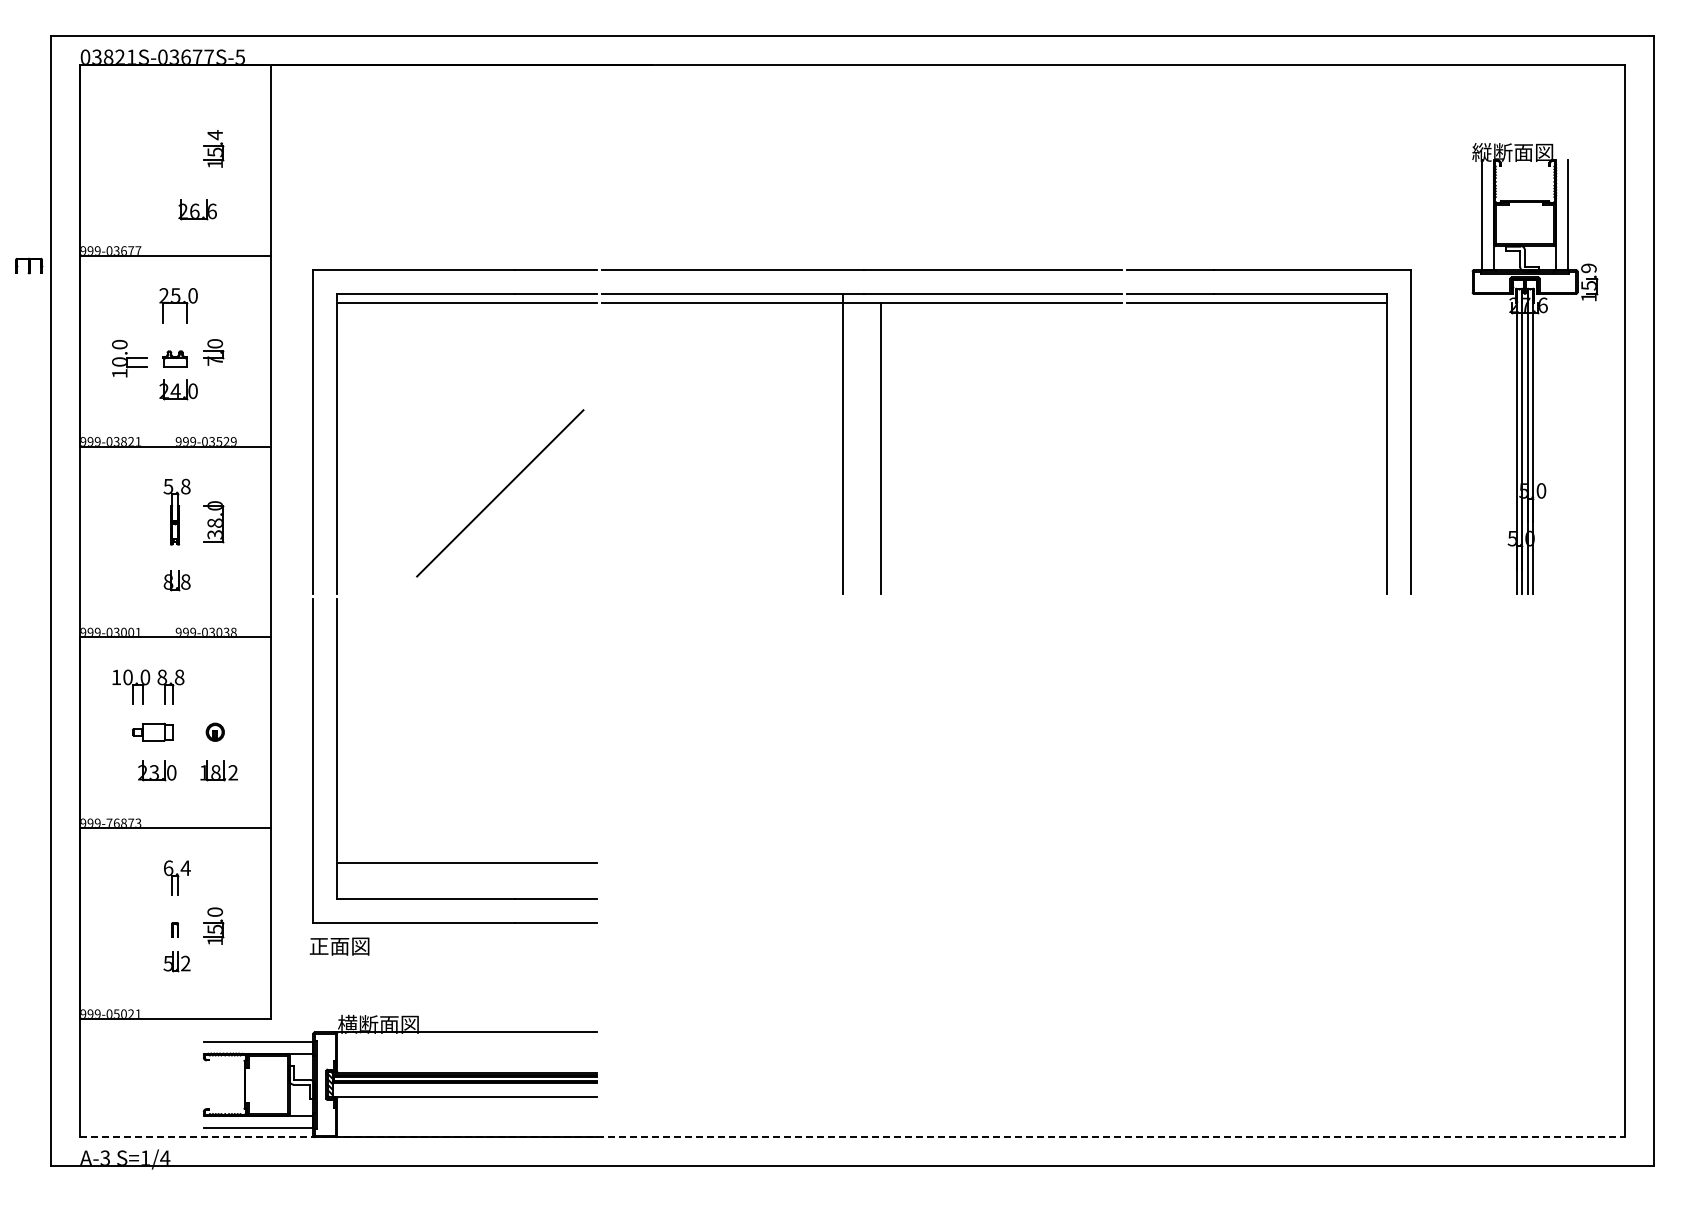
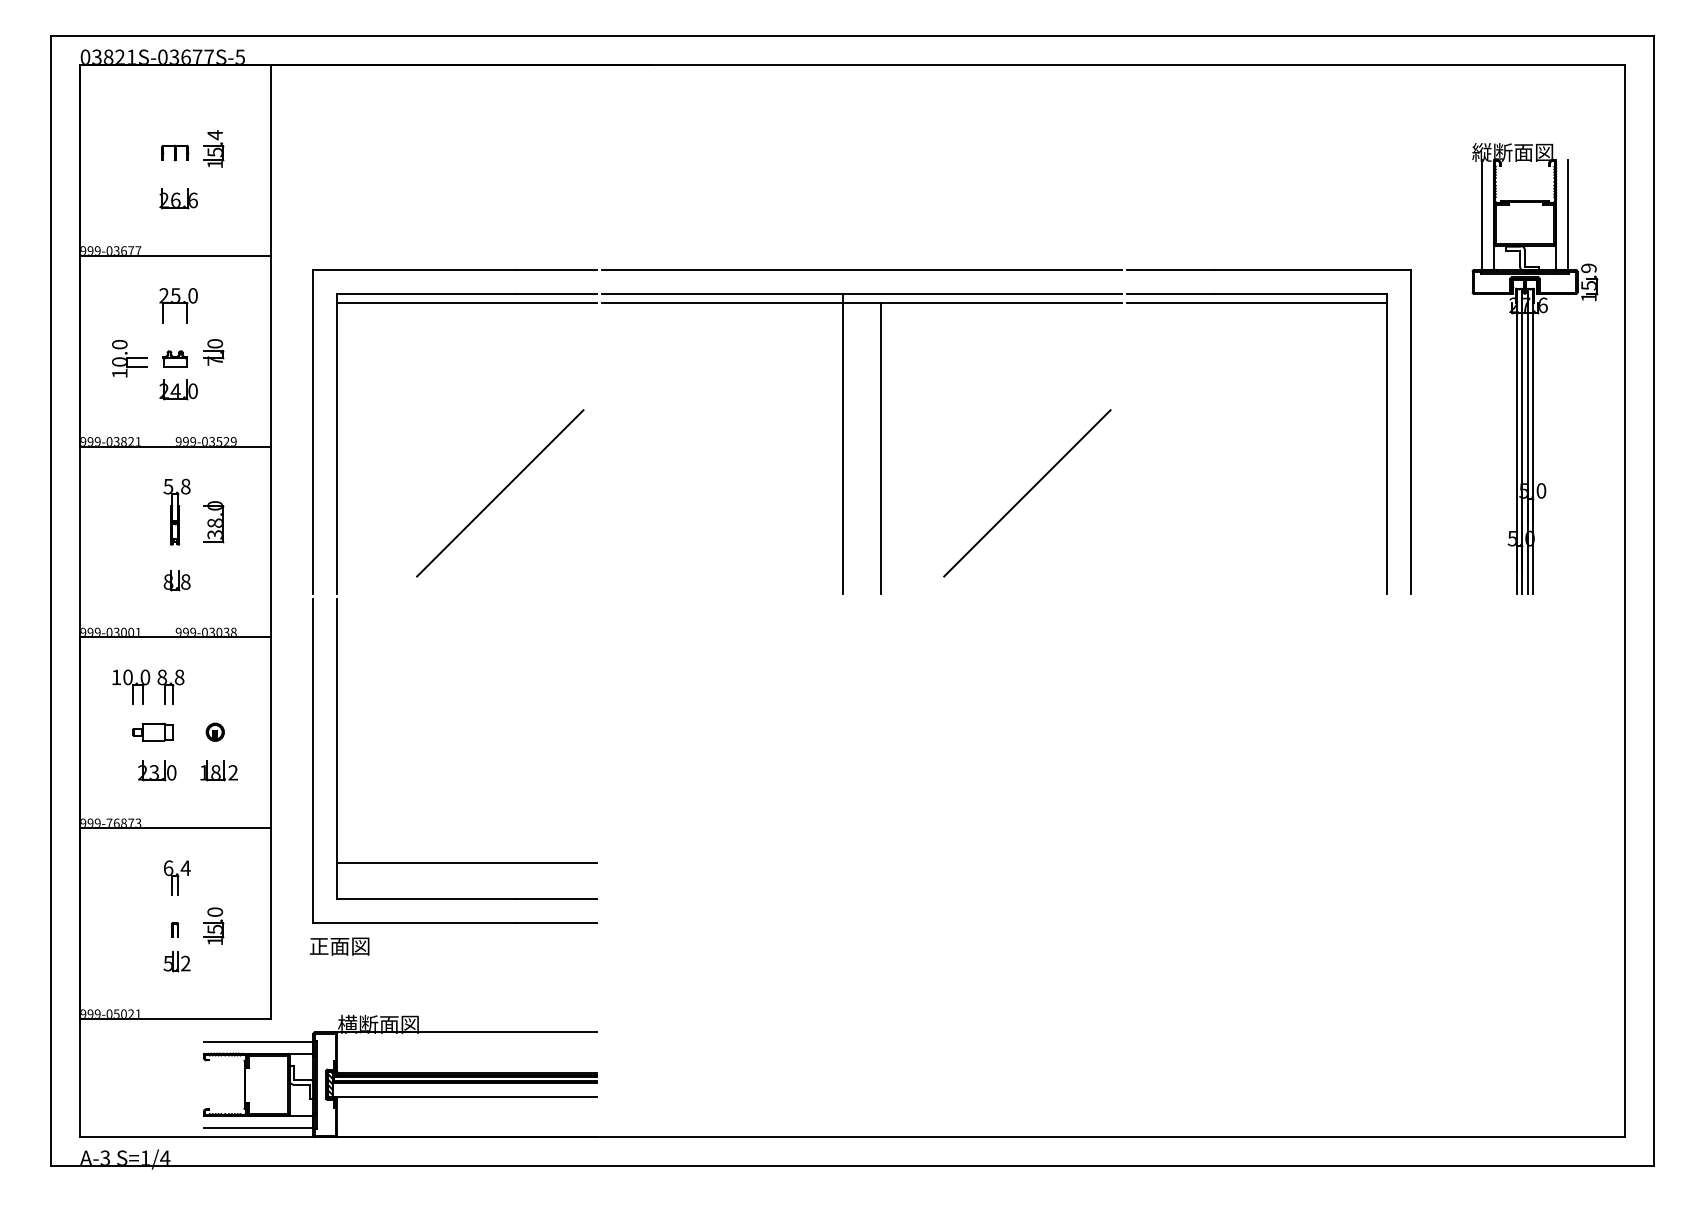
part at (197, 209) position: (197, 209) -> (178, 198)
part at (29, 265) position: (29, 265) -> (175, 152)
line at (1027, 493): none -> present
line at (852, 1137): dashed -> solid
